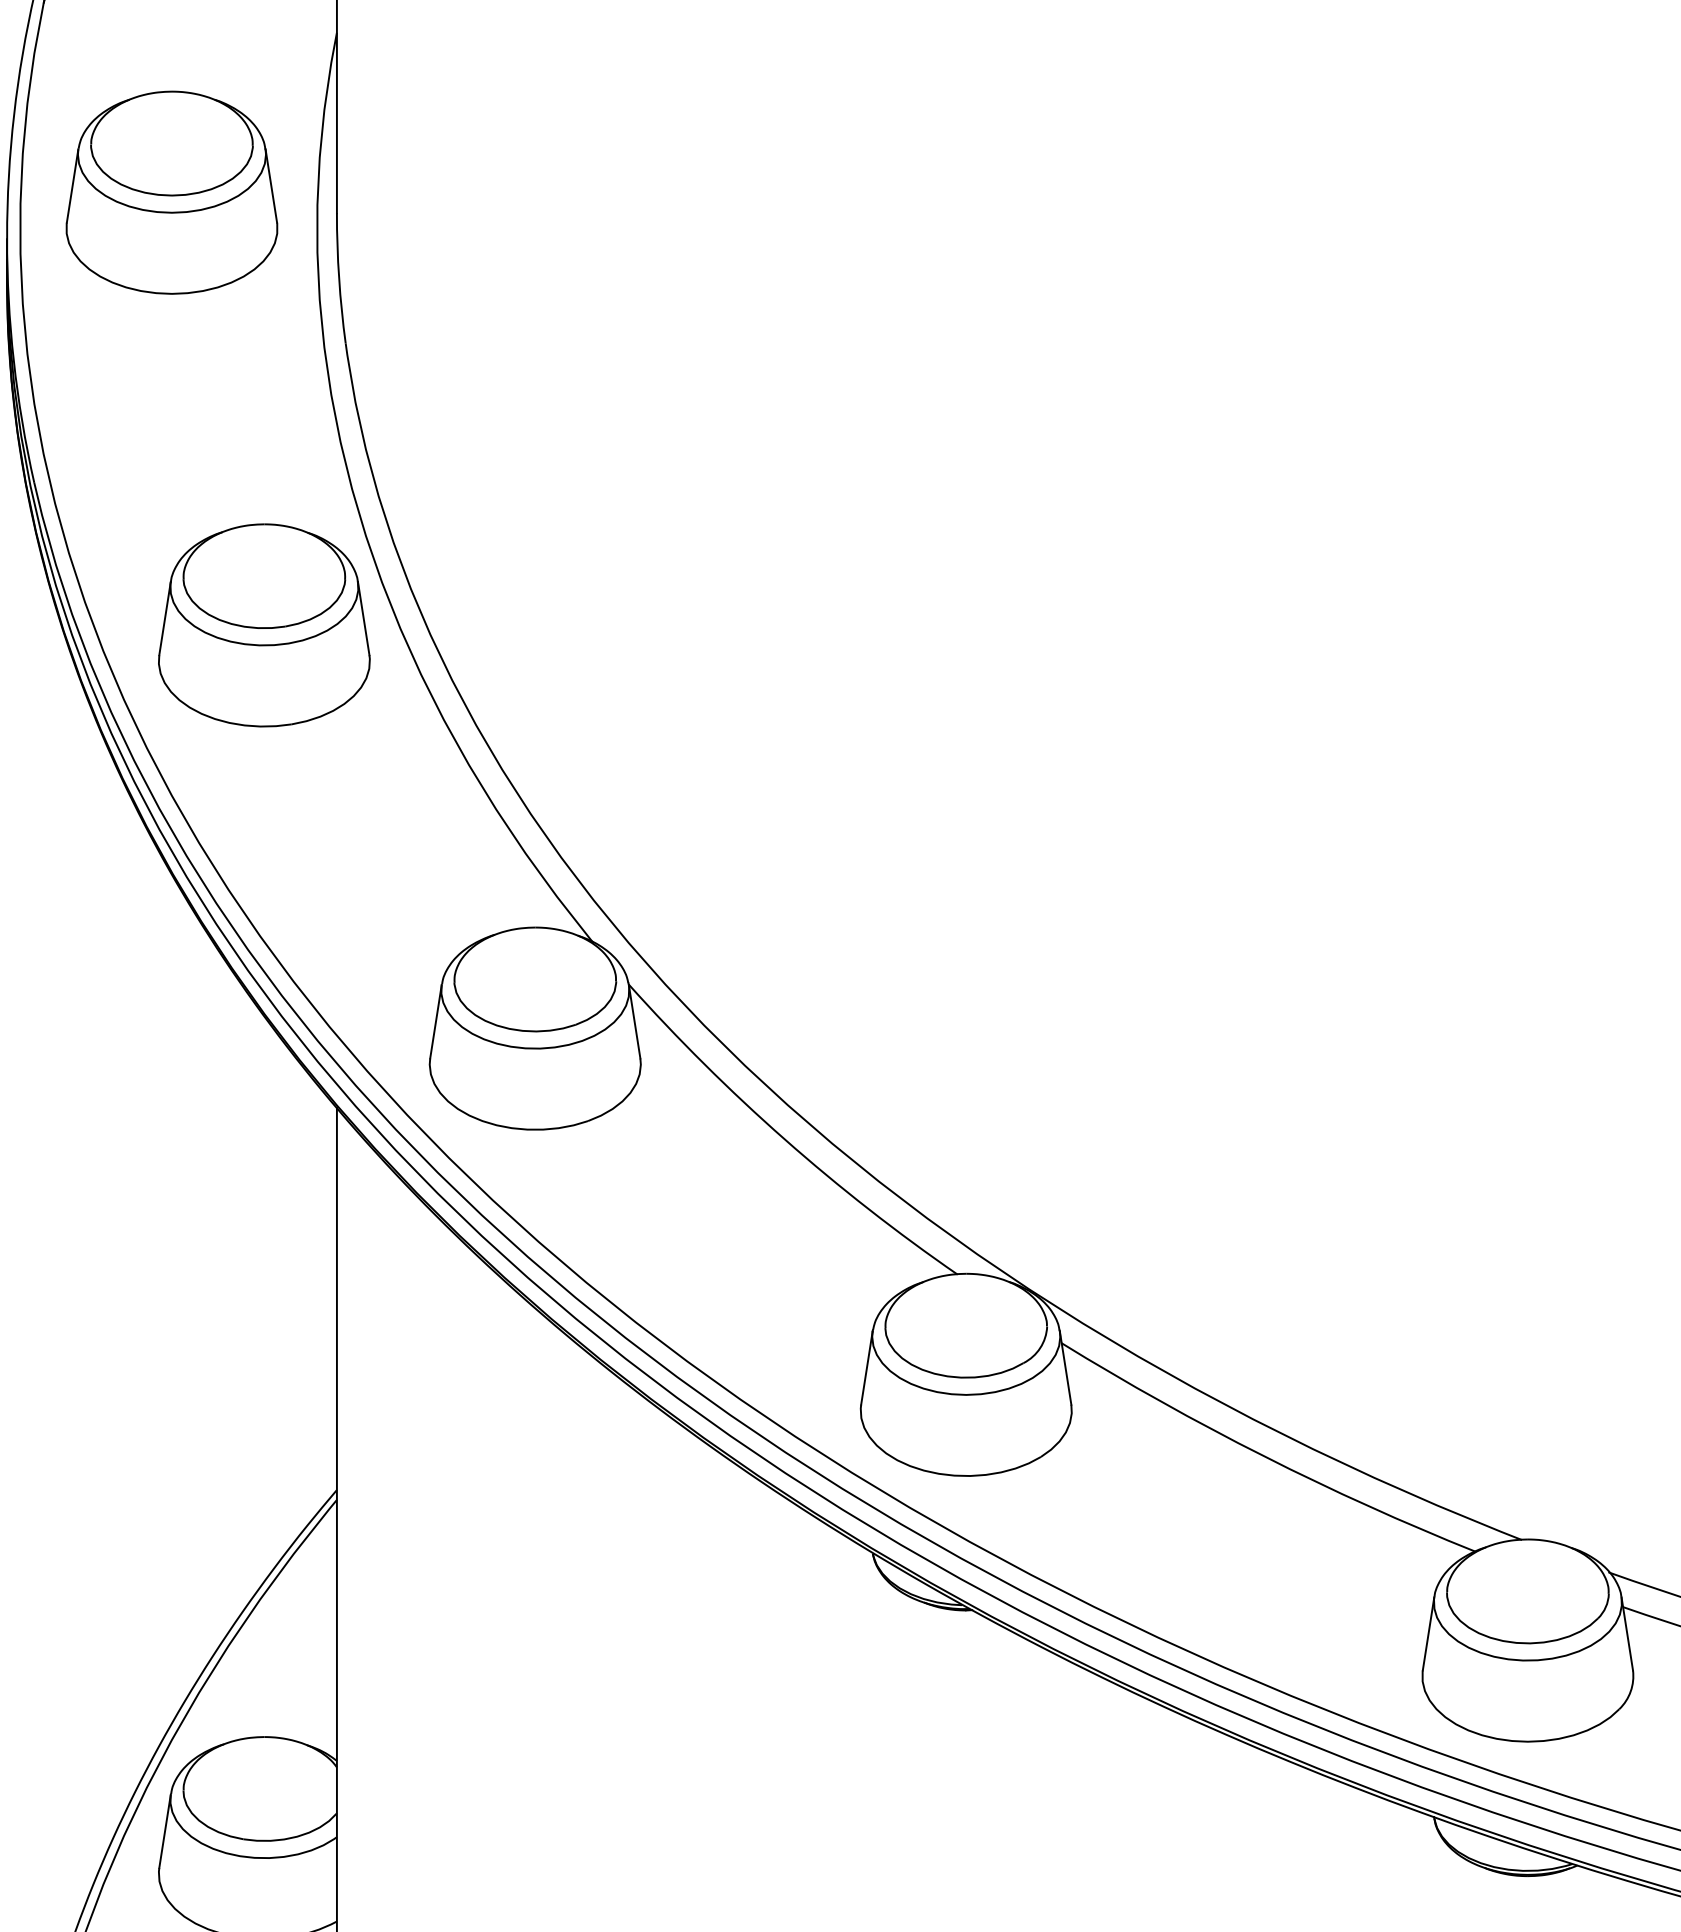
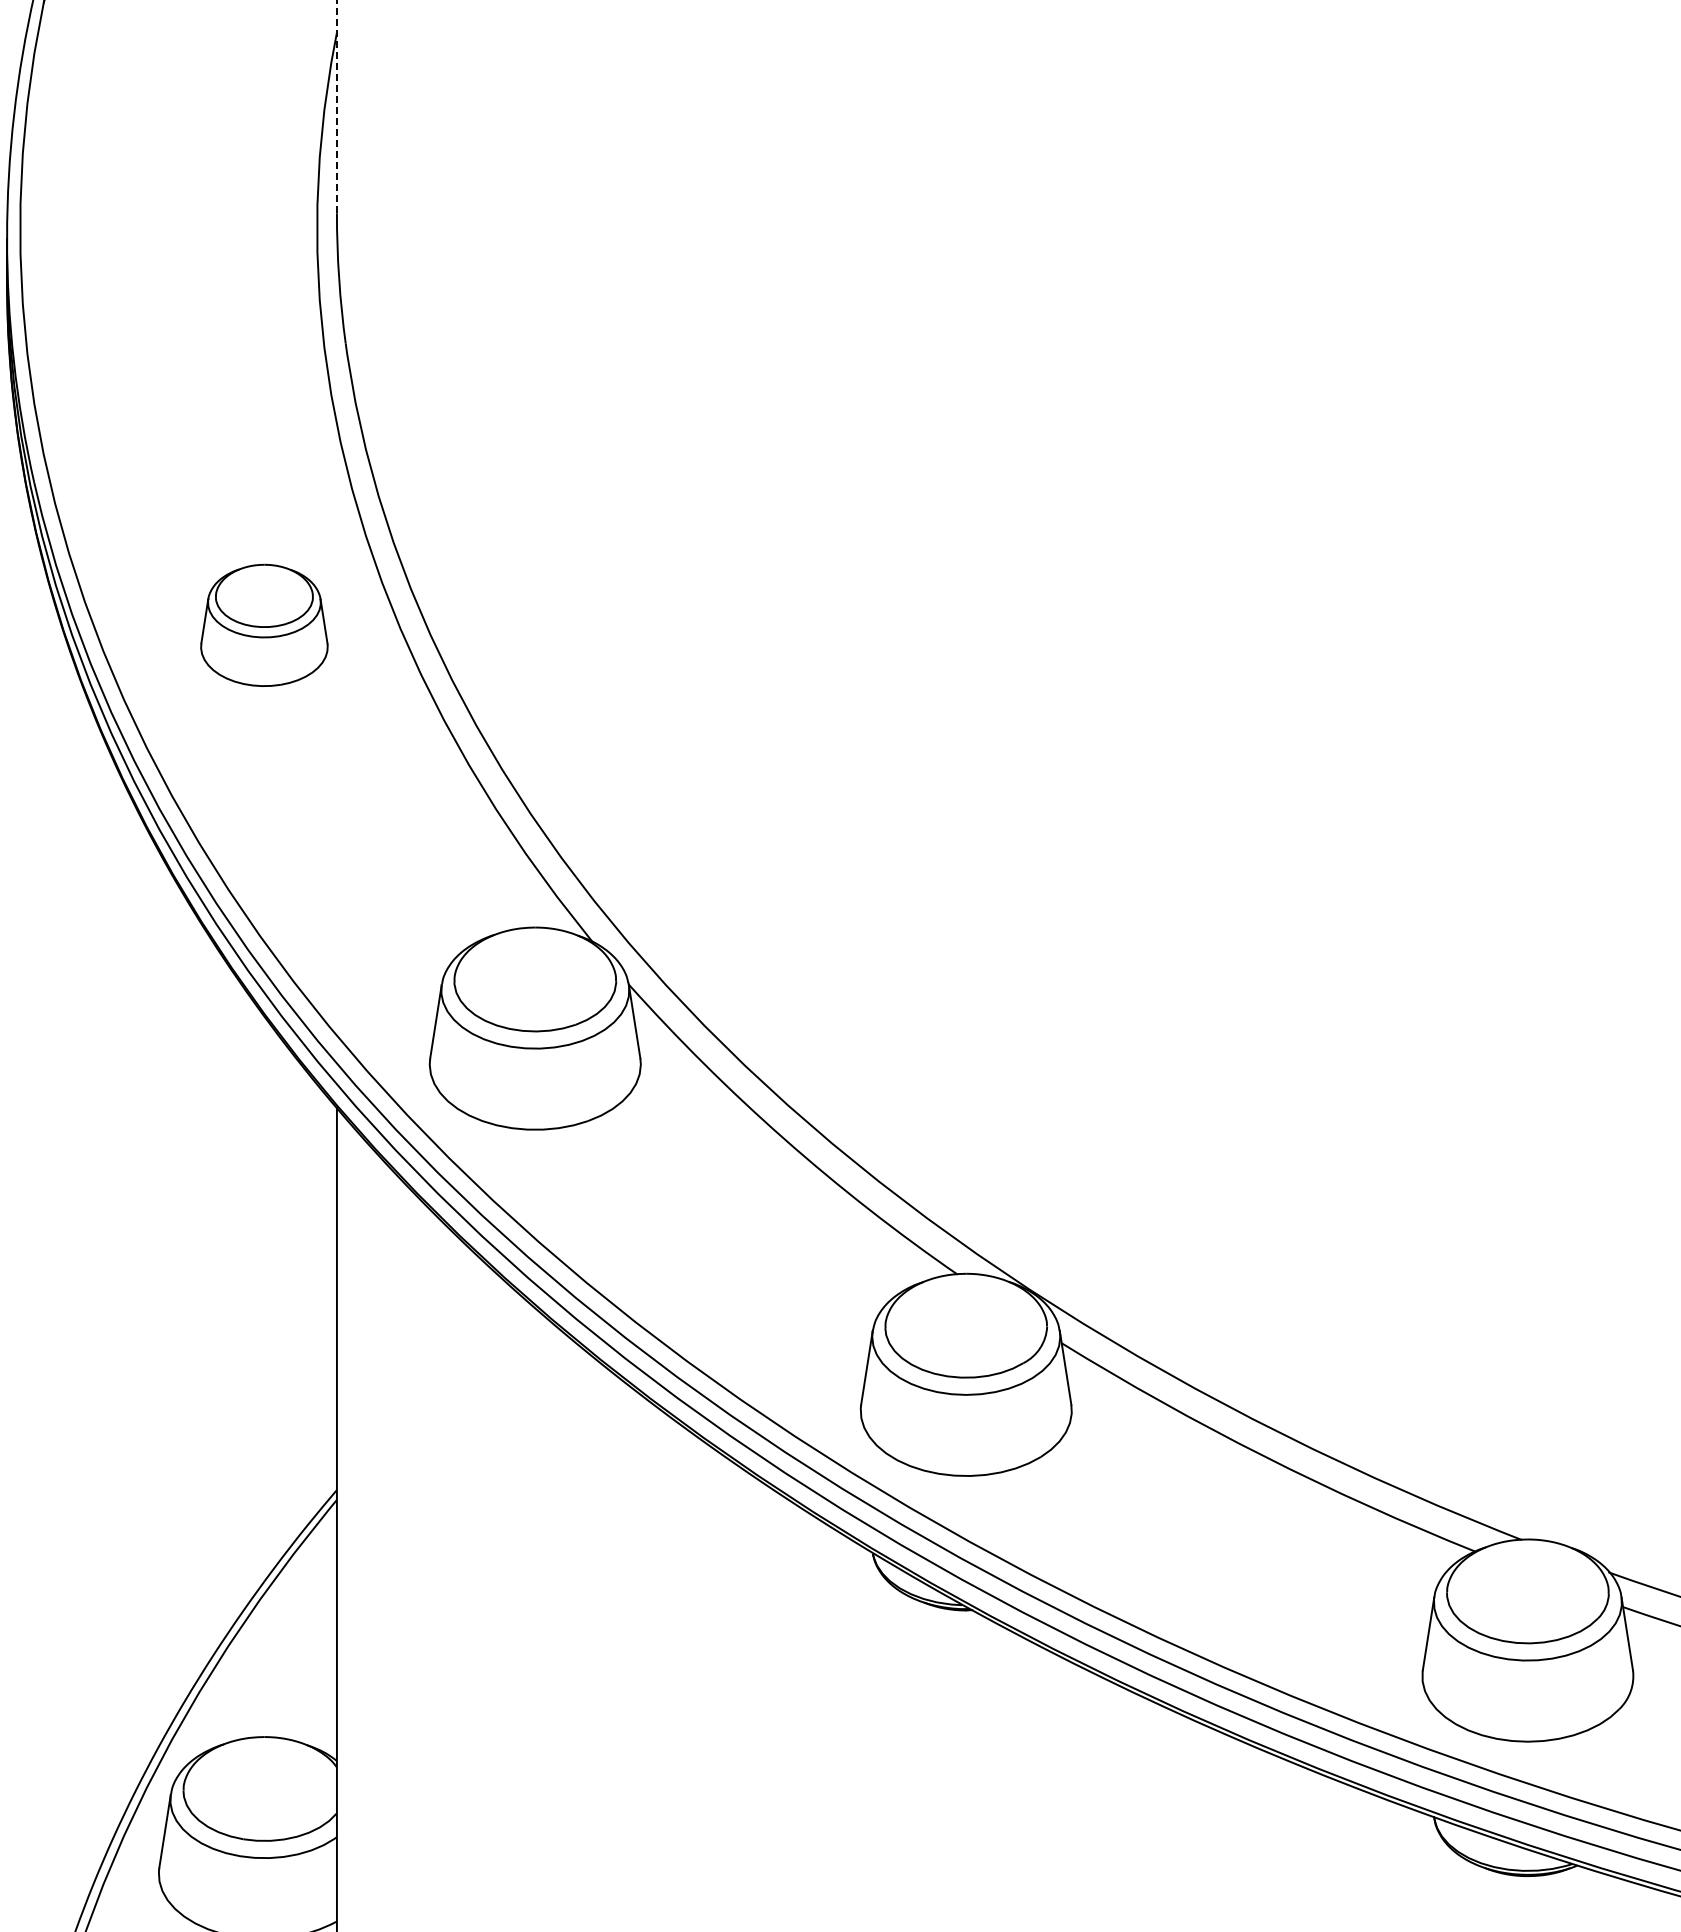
line at (336, 107): solid -> dashed
part at (171, 192): present -> none
part at (264, 625) size: 213x205 px -> 129x124 px
